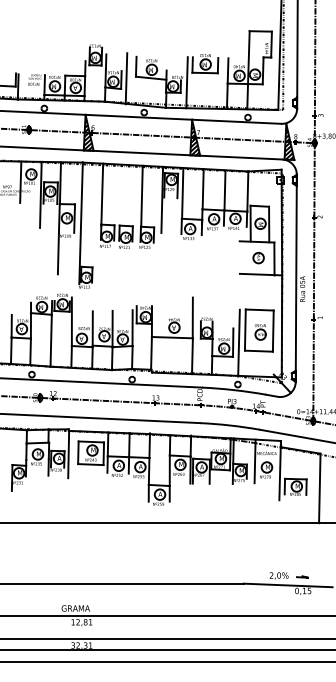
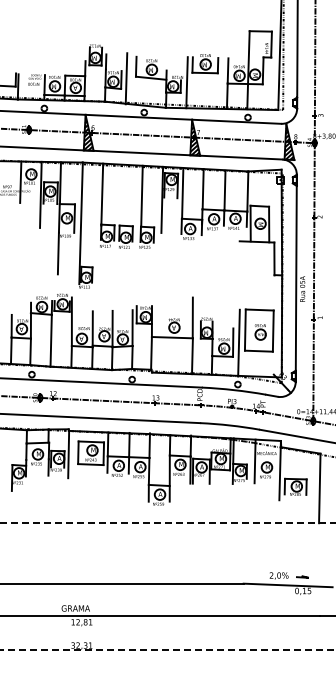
part at (258, 258): present -> none
line at (256, 274): present -> none
line at (167, 523): solid -> dashed
line at (167, 639): present -> none
line at (167, 650): solid -> dashed
line at (167, 661): present -> none
